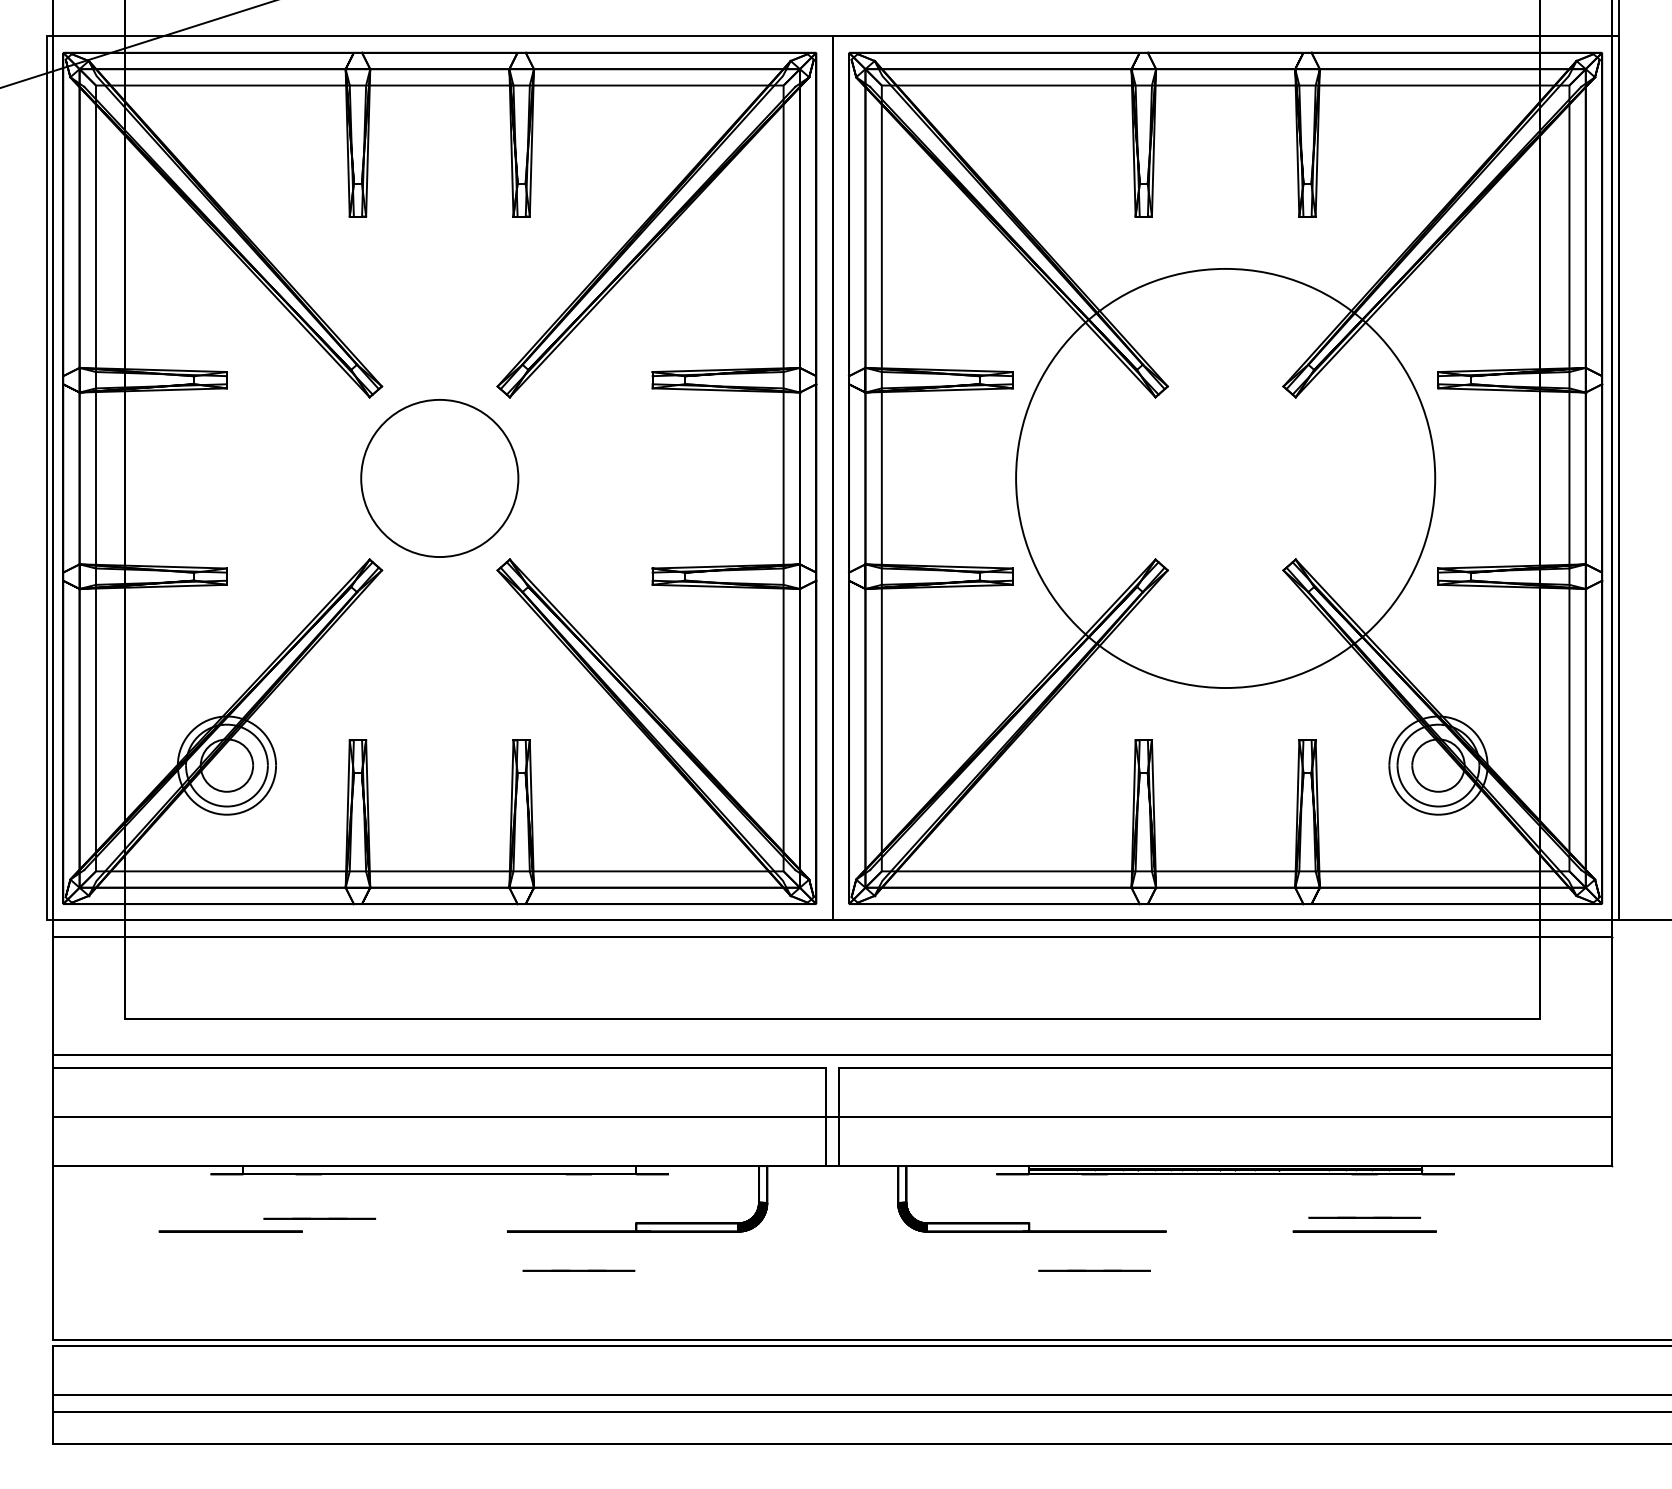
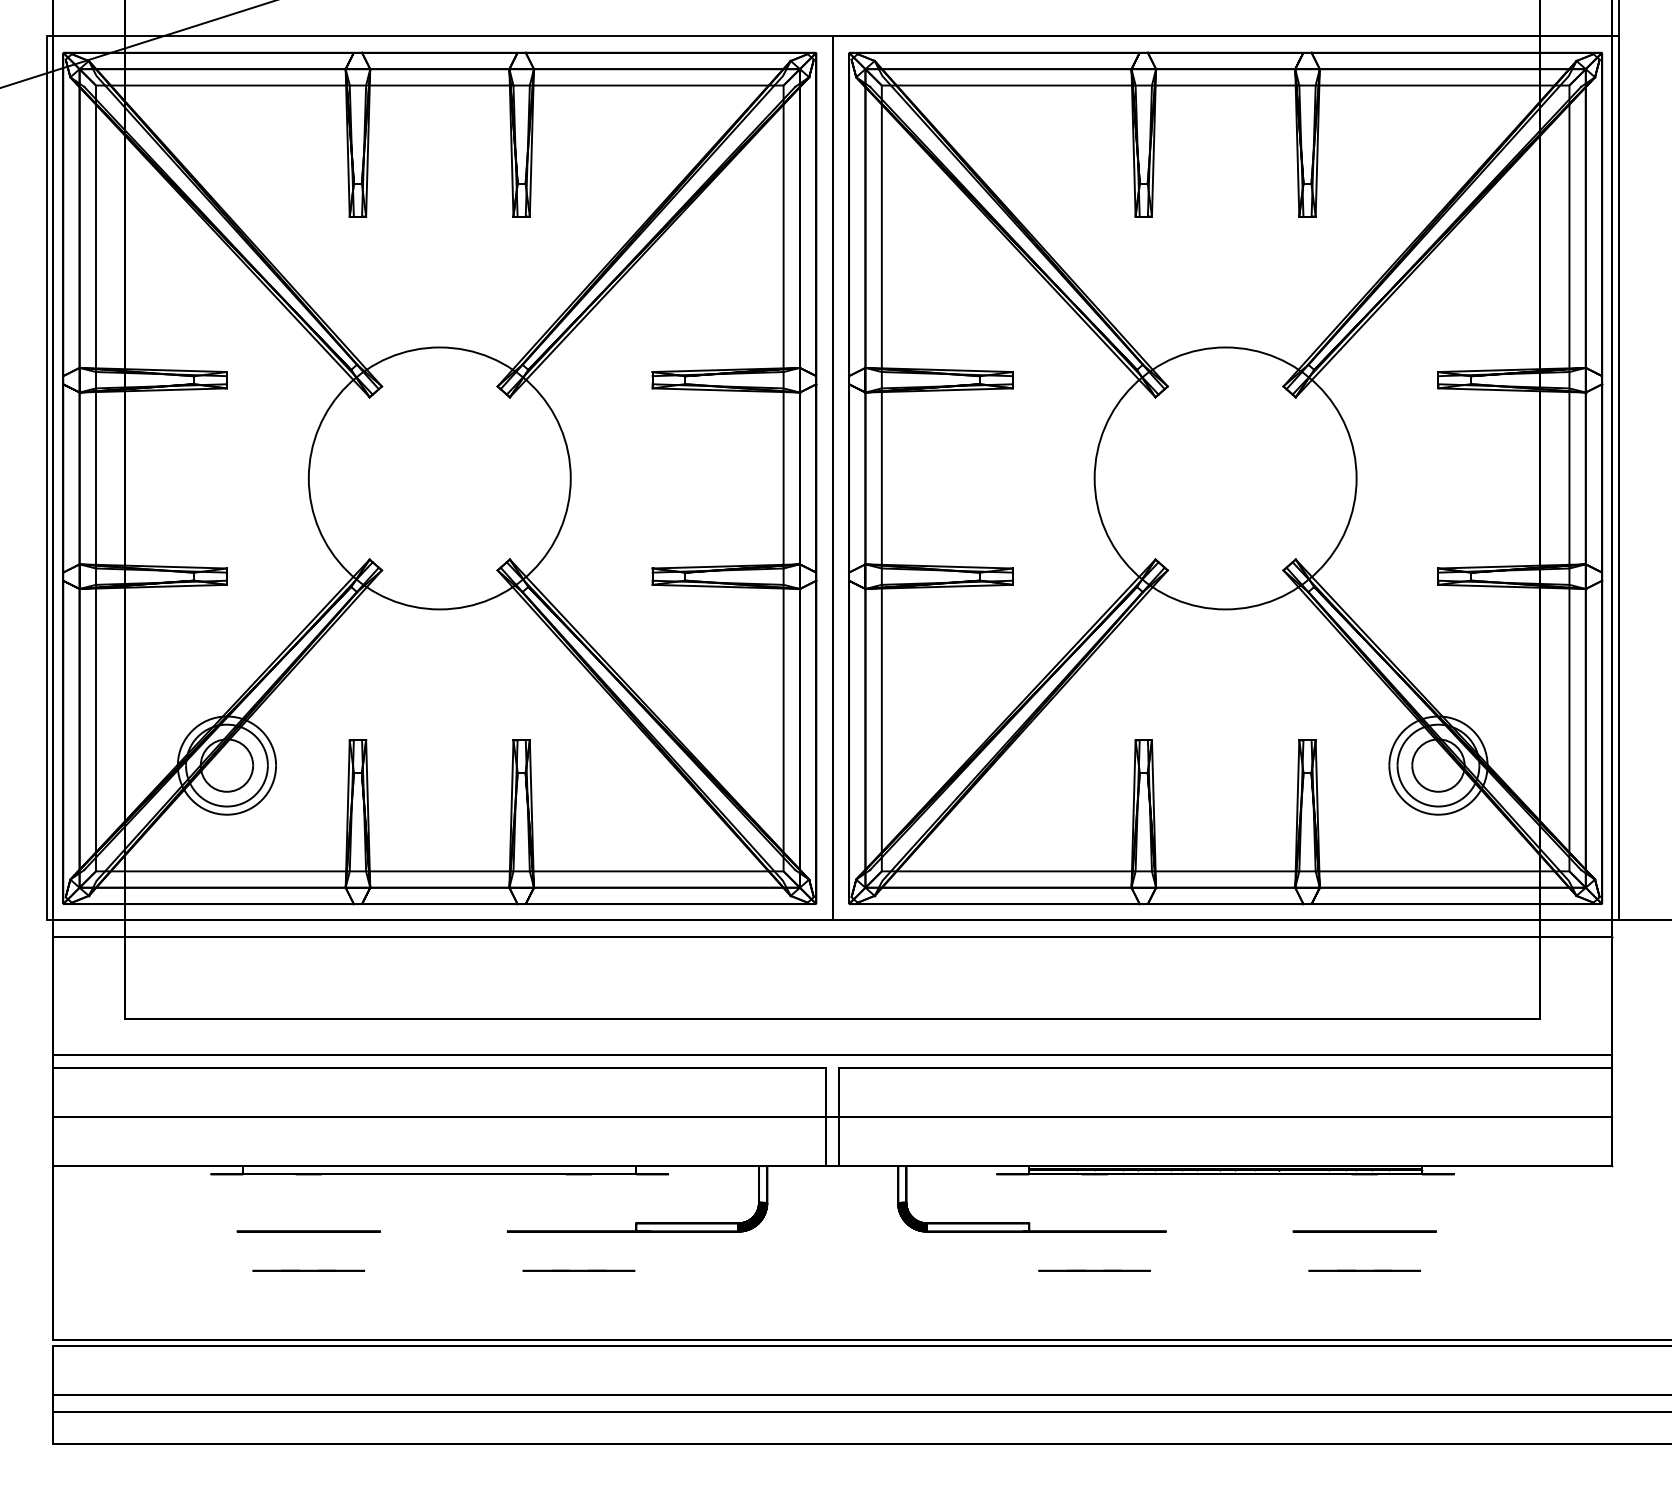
circle at (439, 478) diameter: 157 px -> 262 px
circle at (1225, 478) diameter: 419 px -> 262 px
line at (1364, 1217) position: (1364, 1217) -> (1364, 1270)
line at (319, 1218) position: (319, 1218) -> (308, 1270)
circle at (230, 1231) position: (230, 1231) -> (308, 1231)
